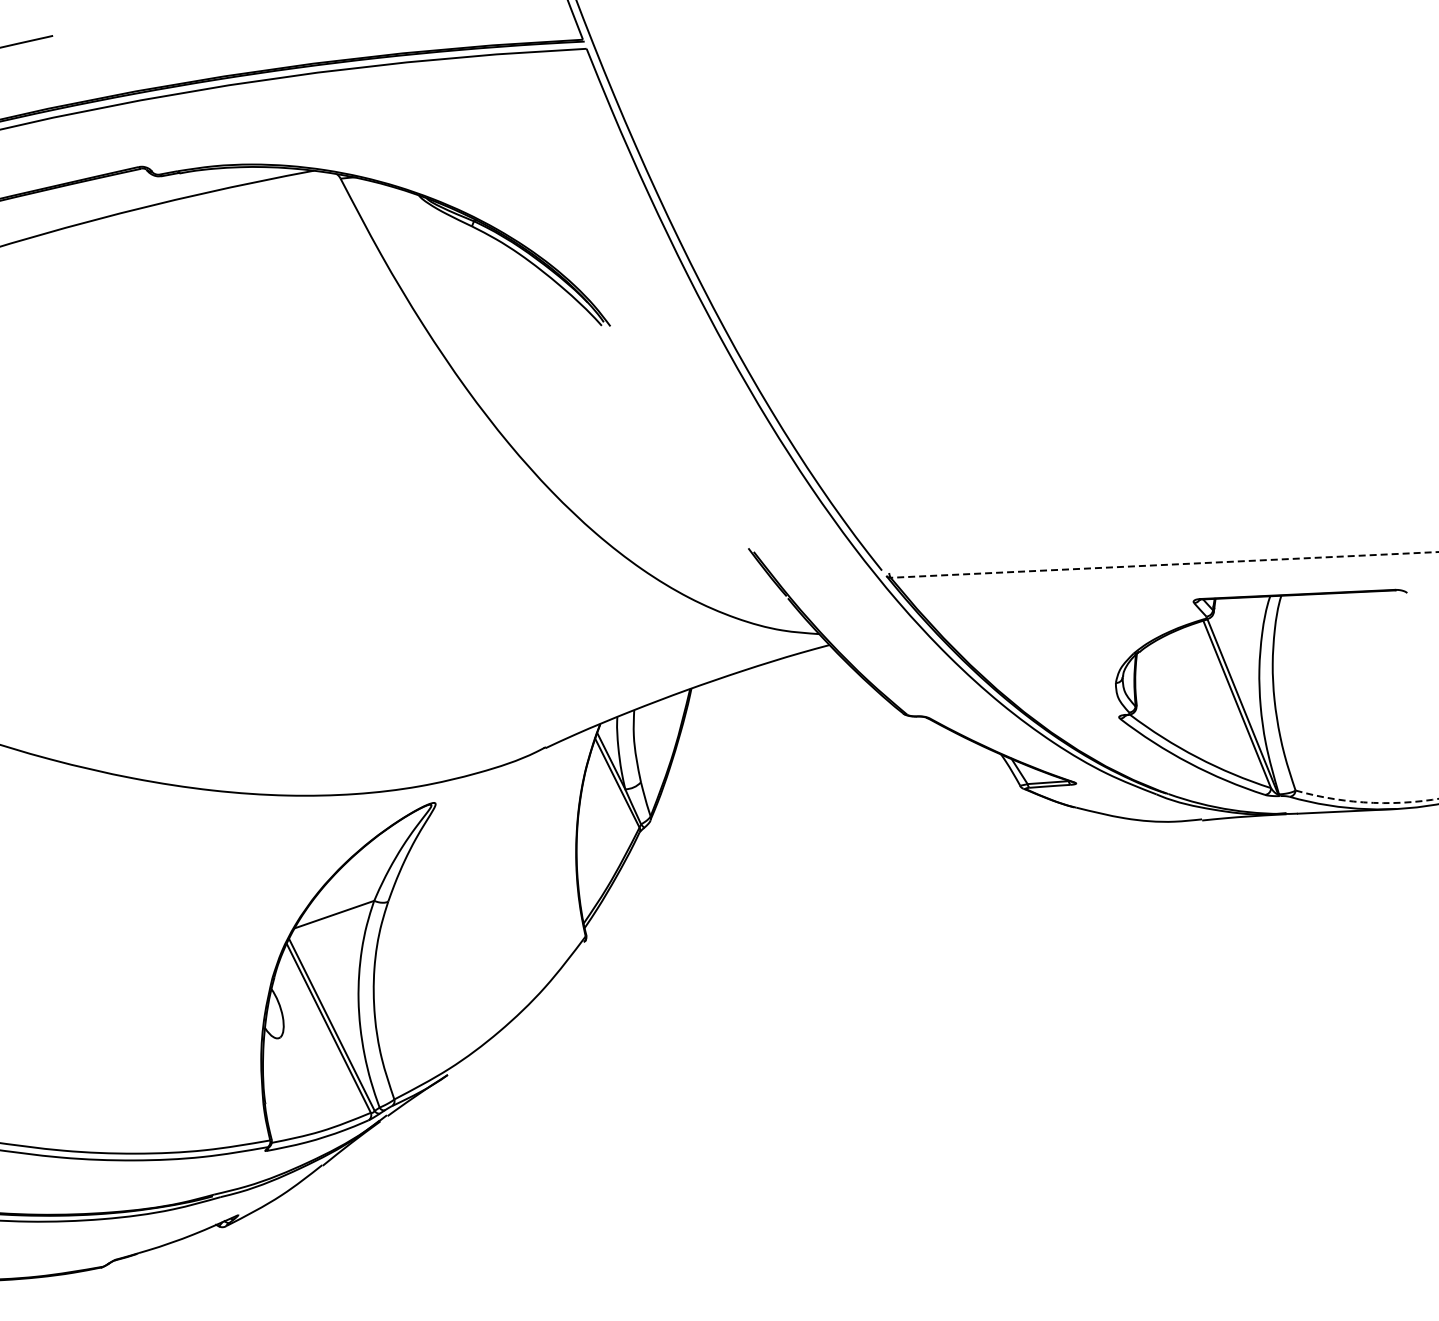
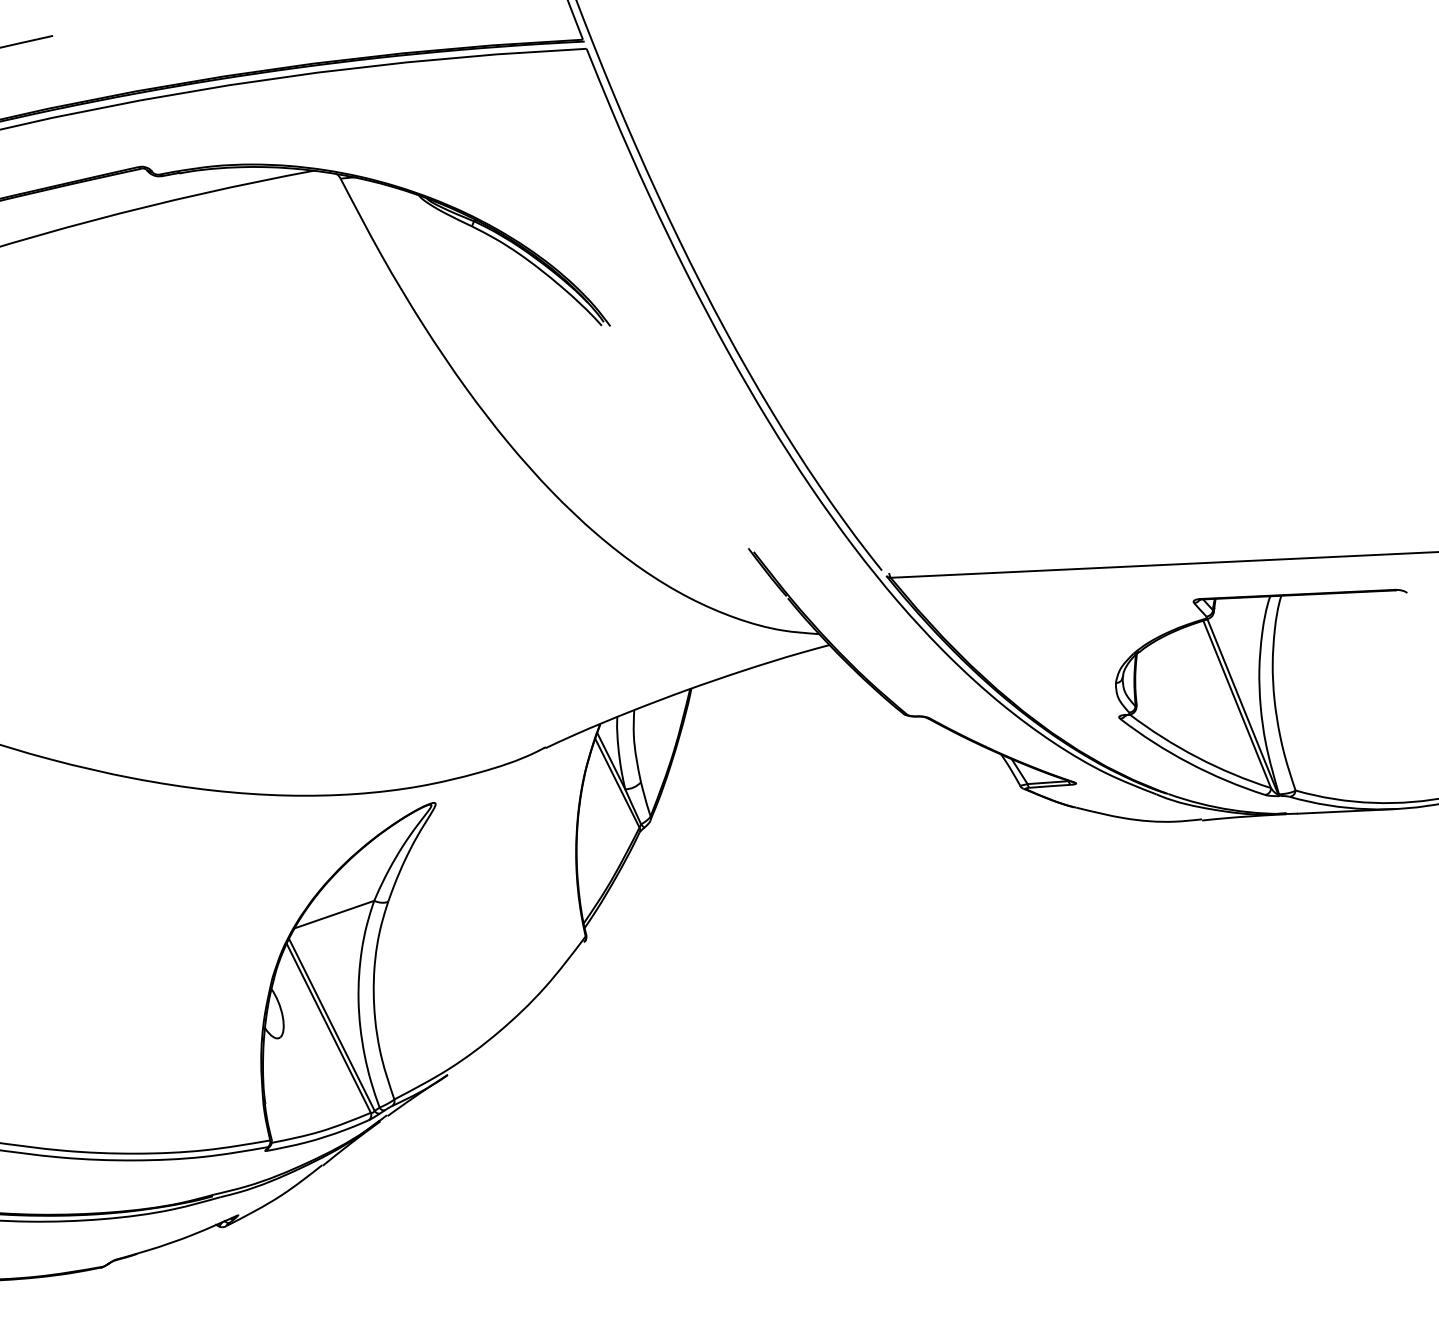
line at (1164, 564): dashed -> solid
arc at (1366, 802): dashed -> solid
